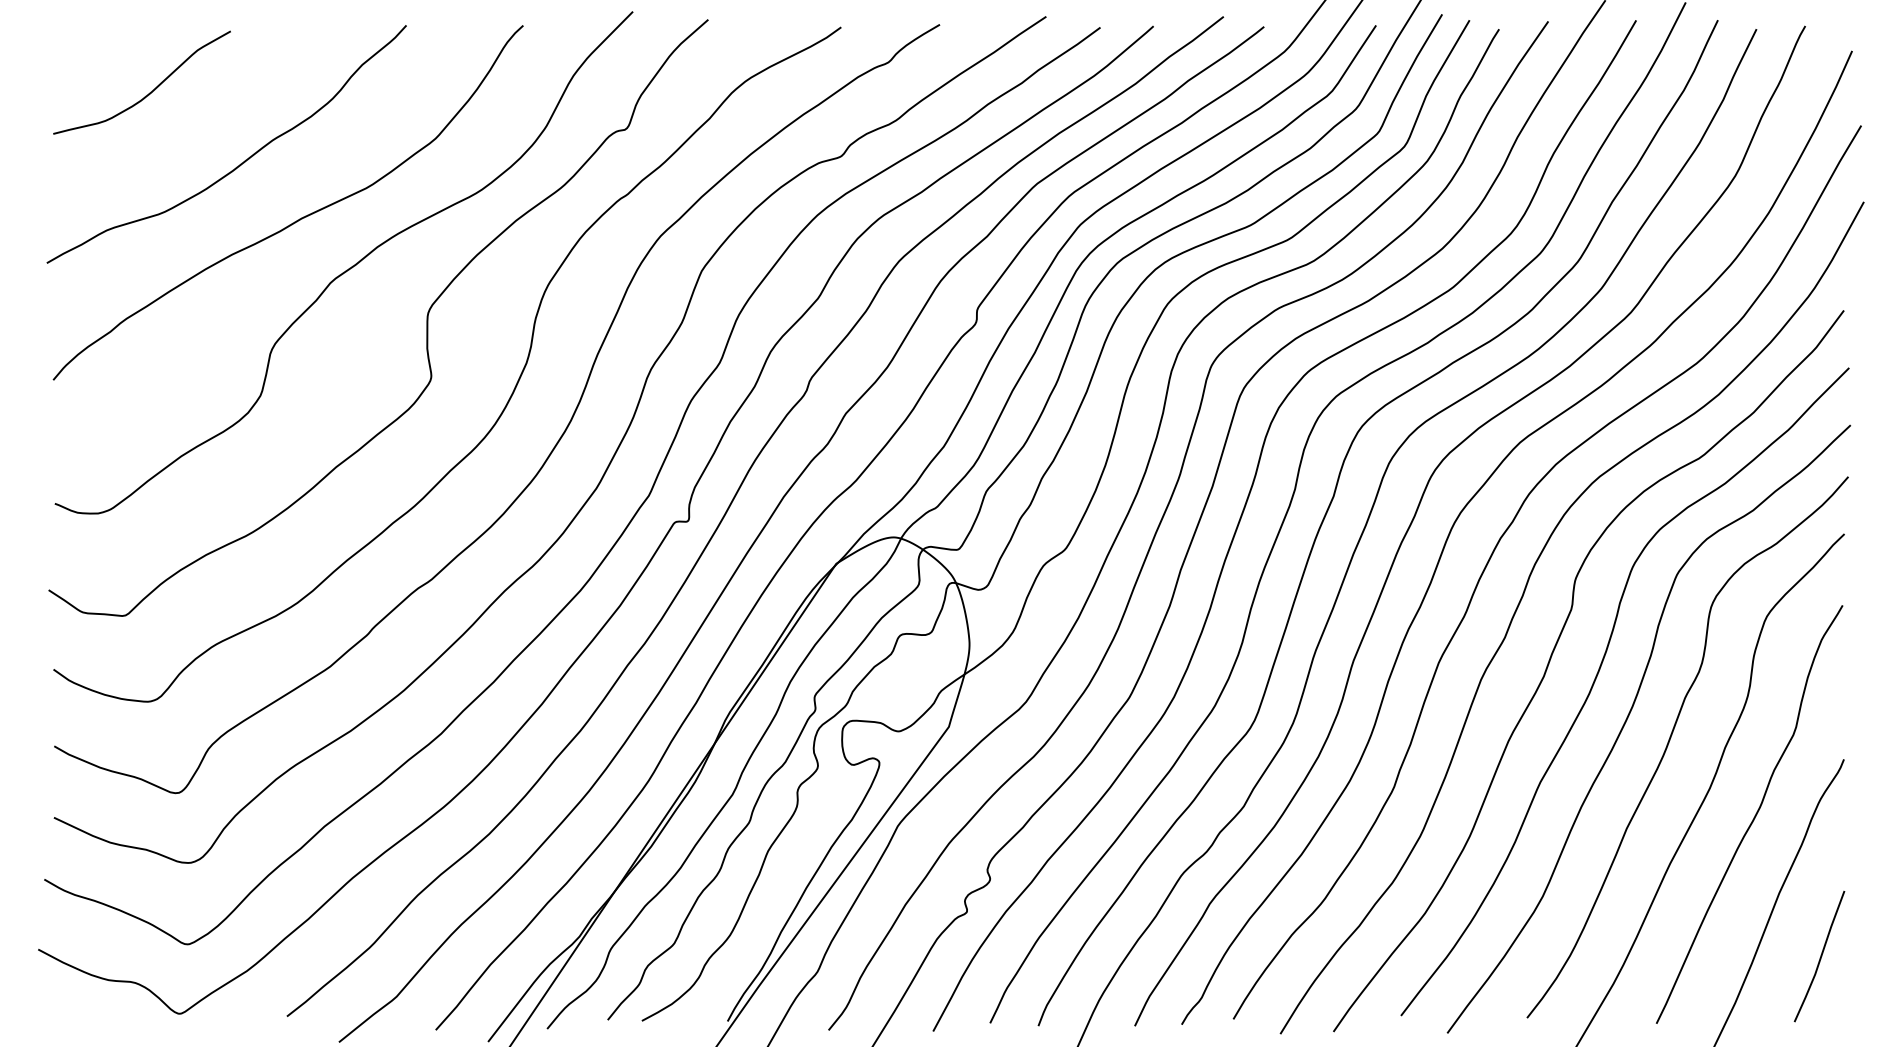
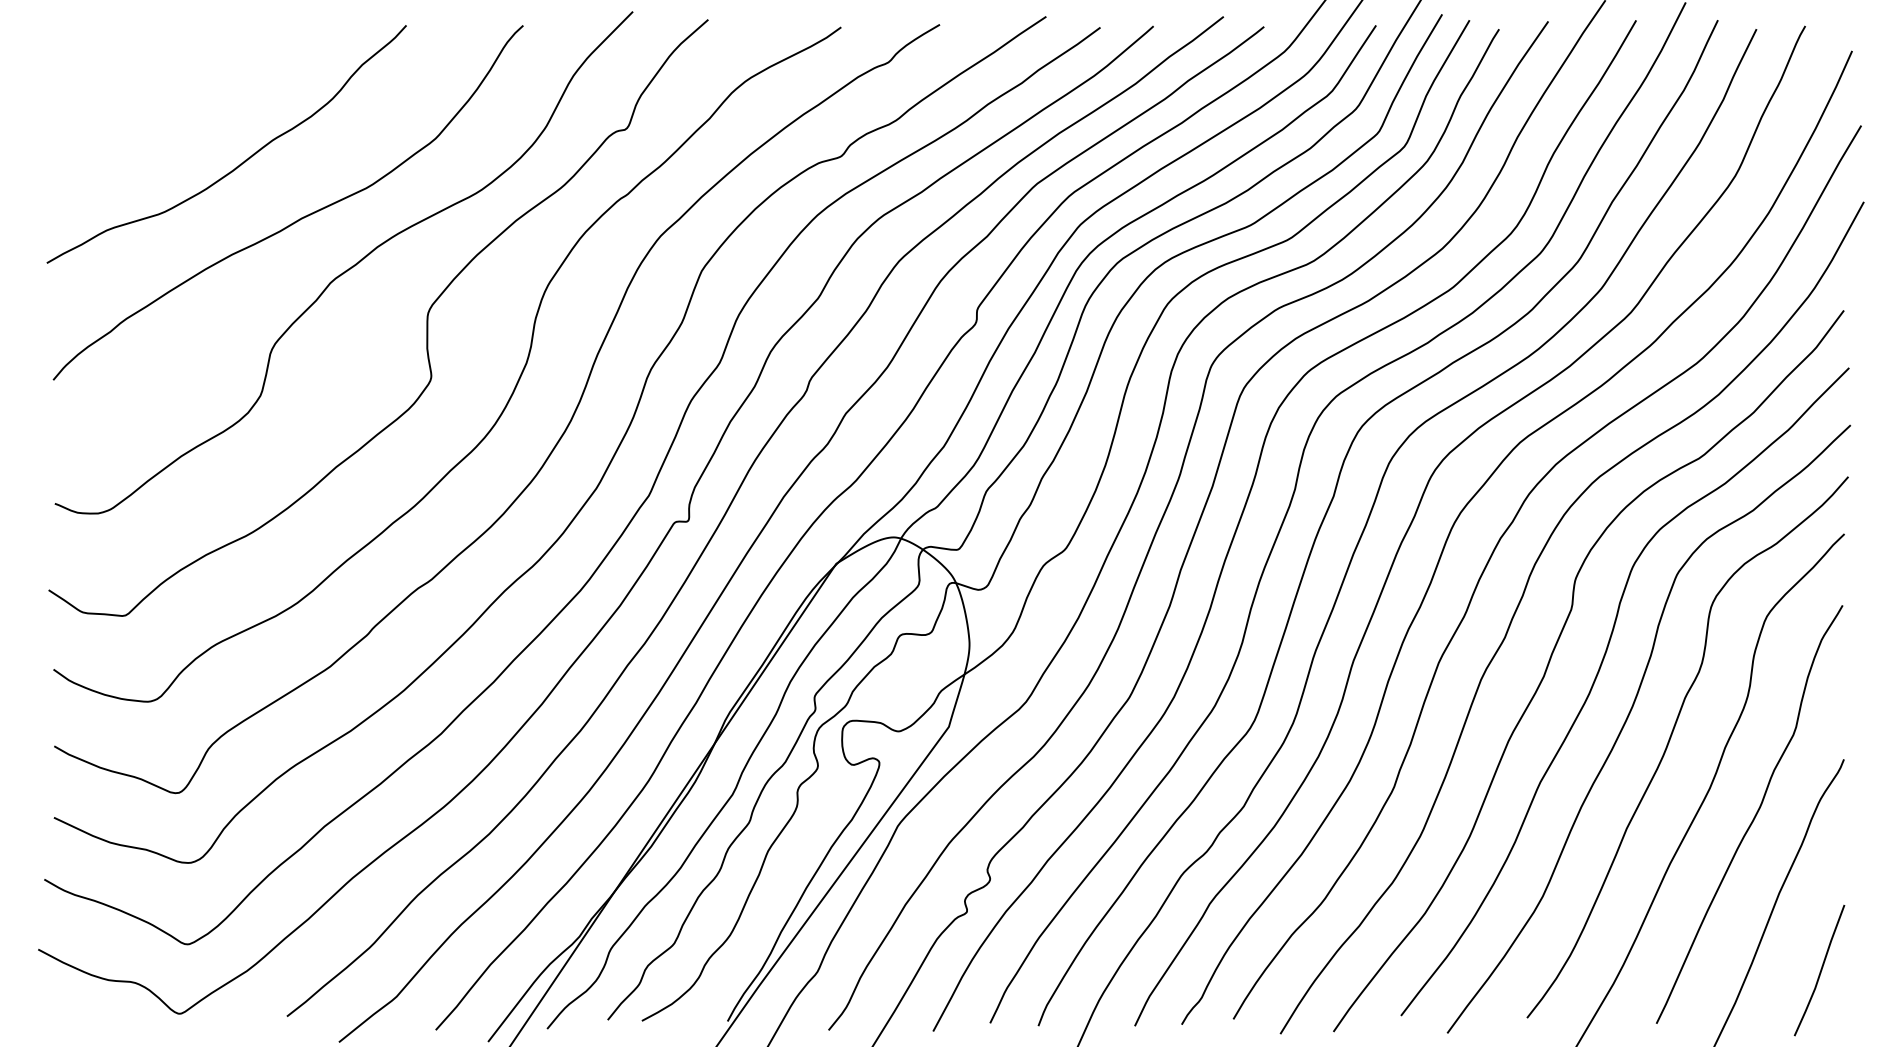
curve at (150, 91): present -> none
line at (1820, 956) position: (1820, 956) -> (1820, 970)
